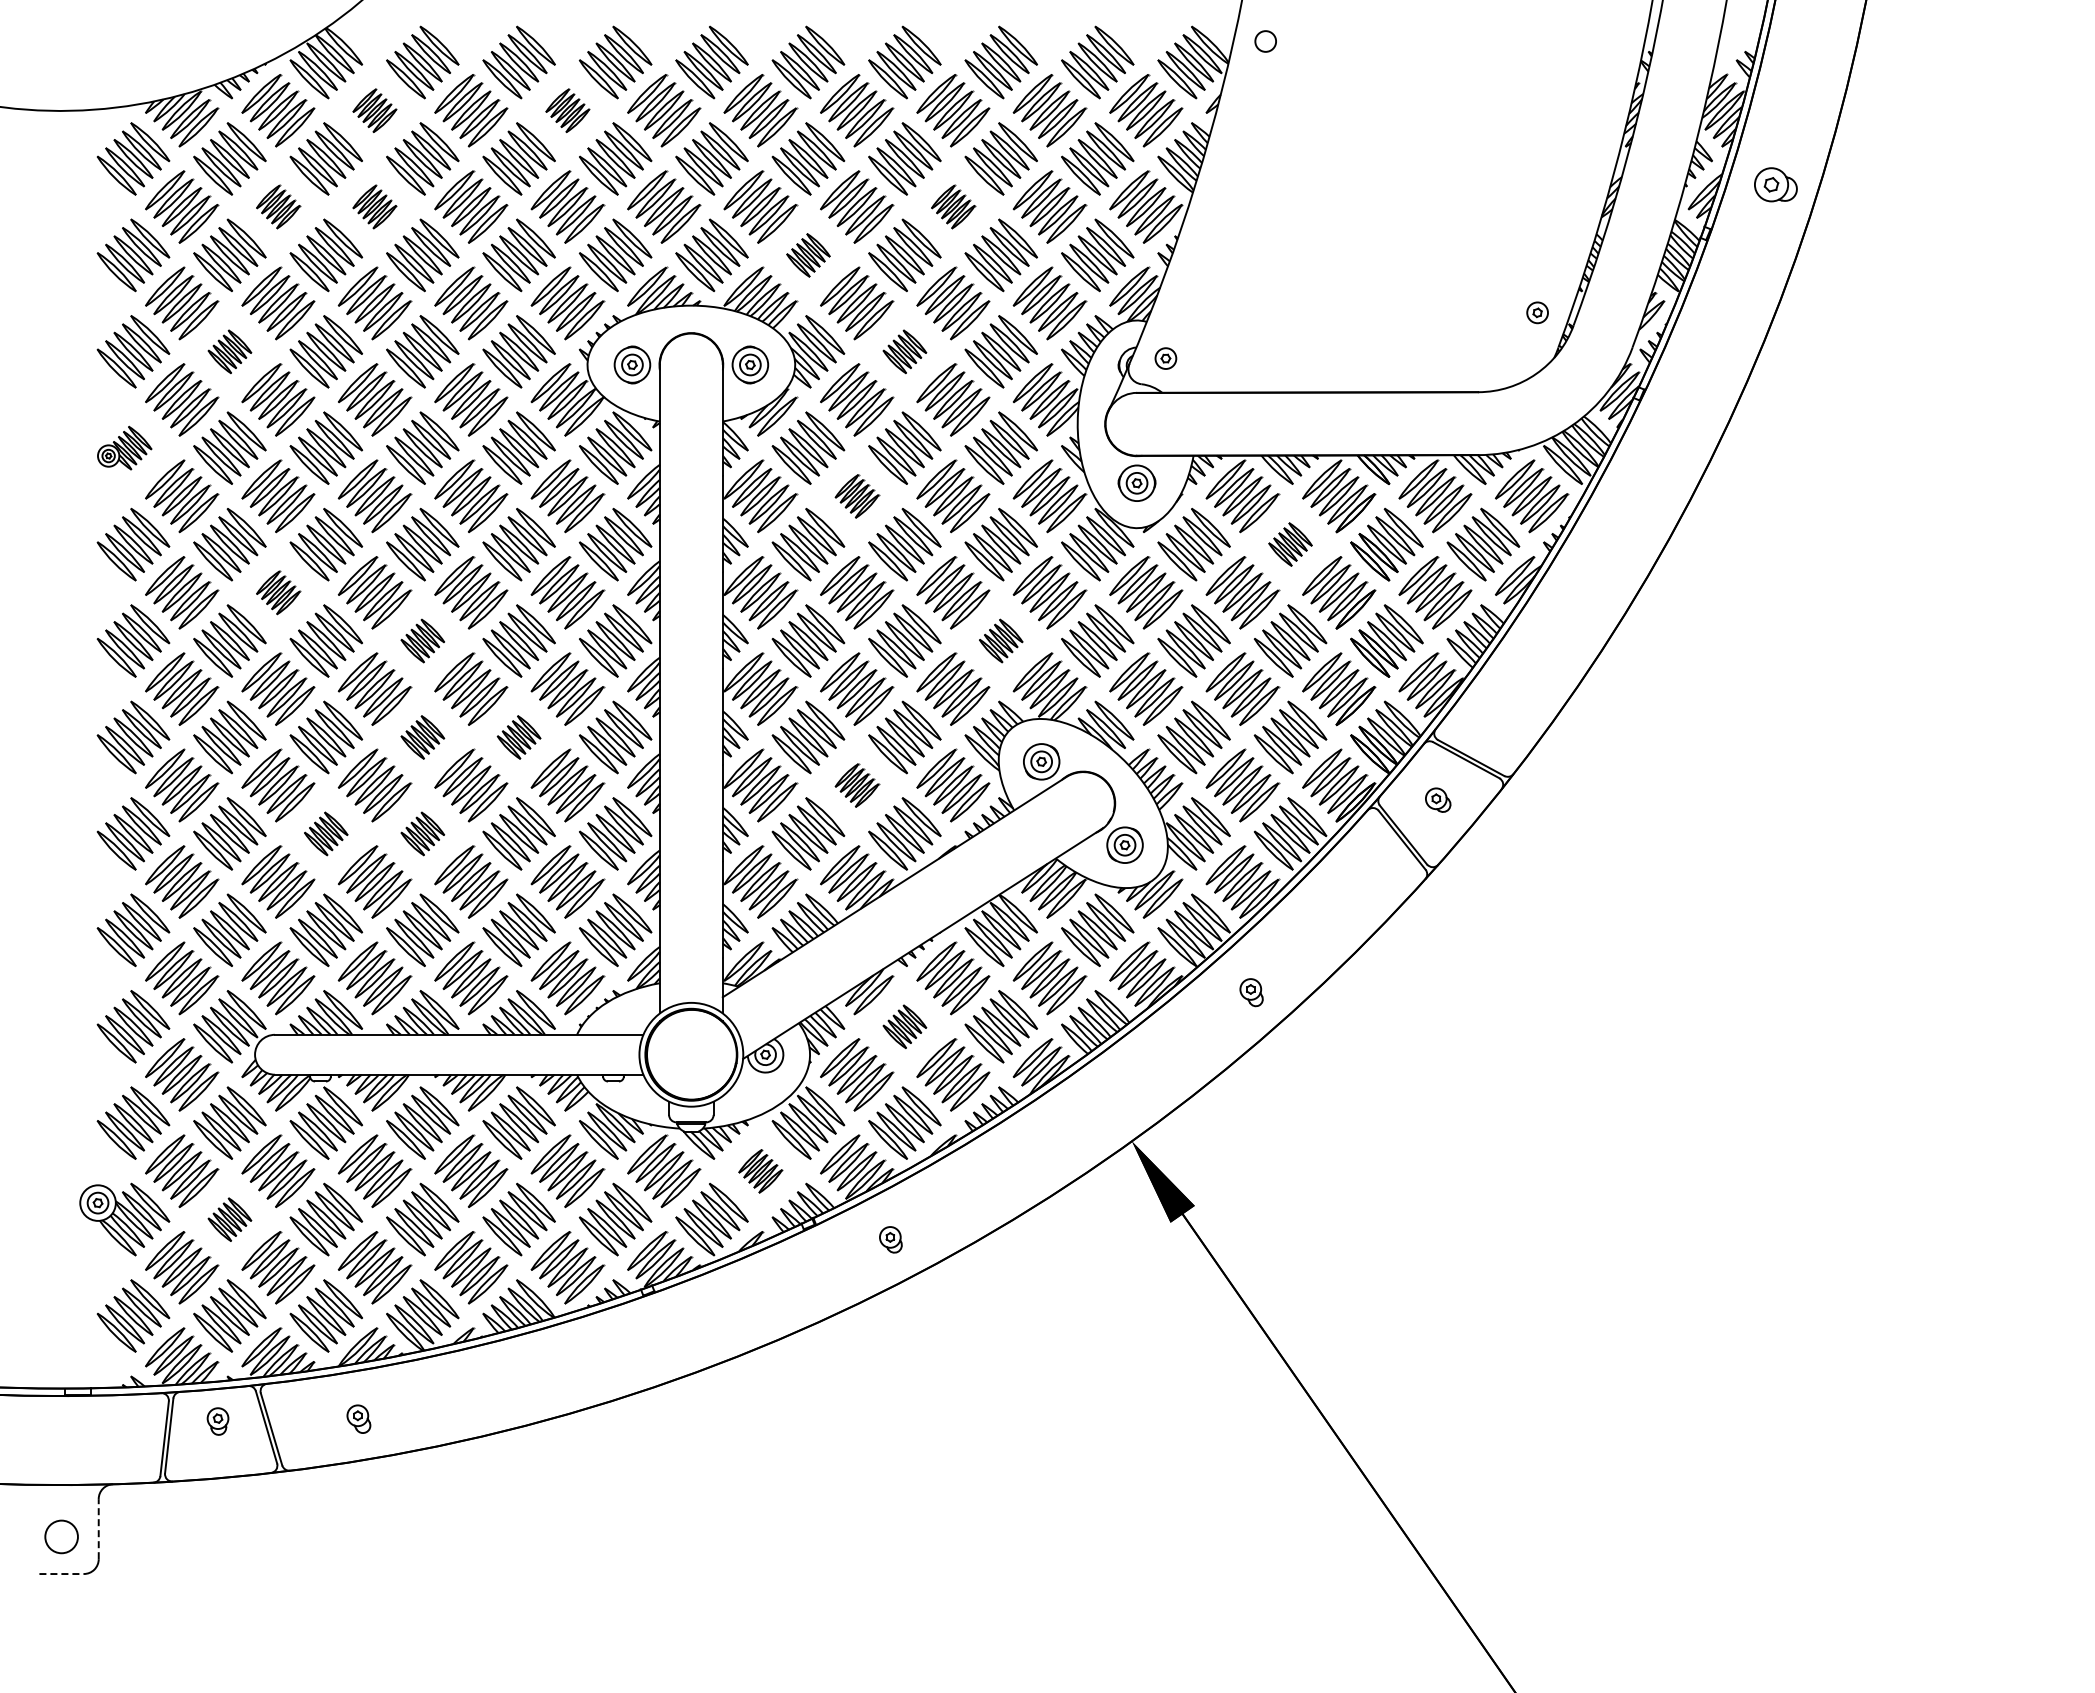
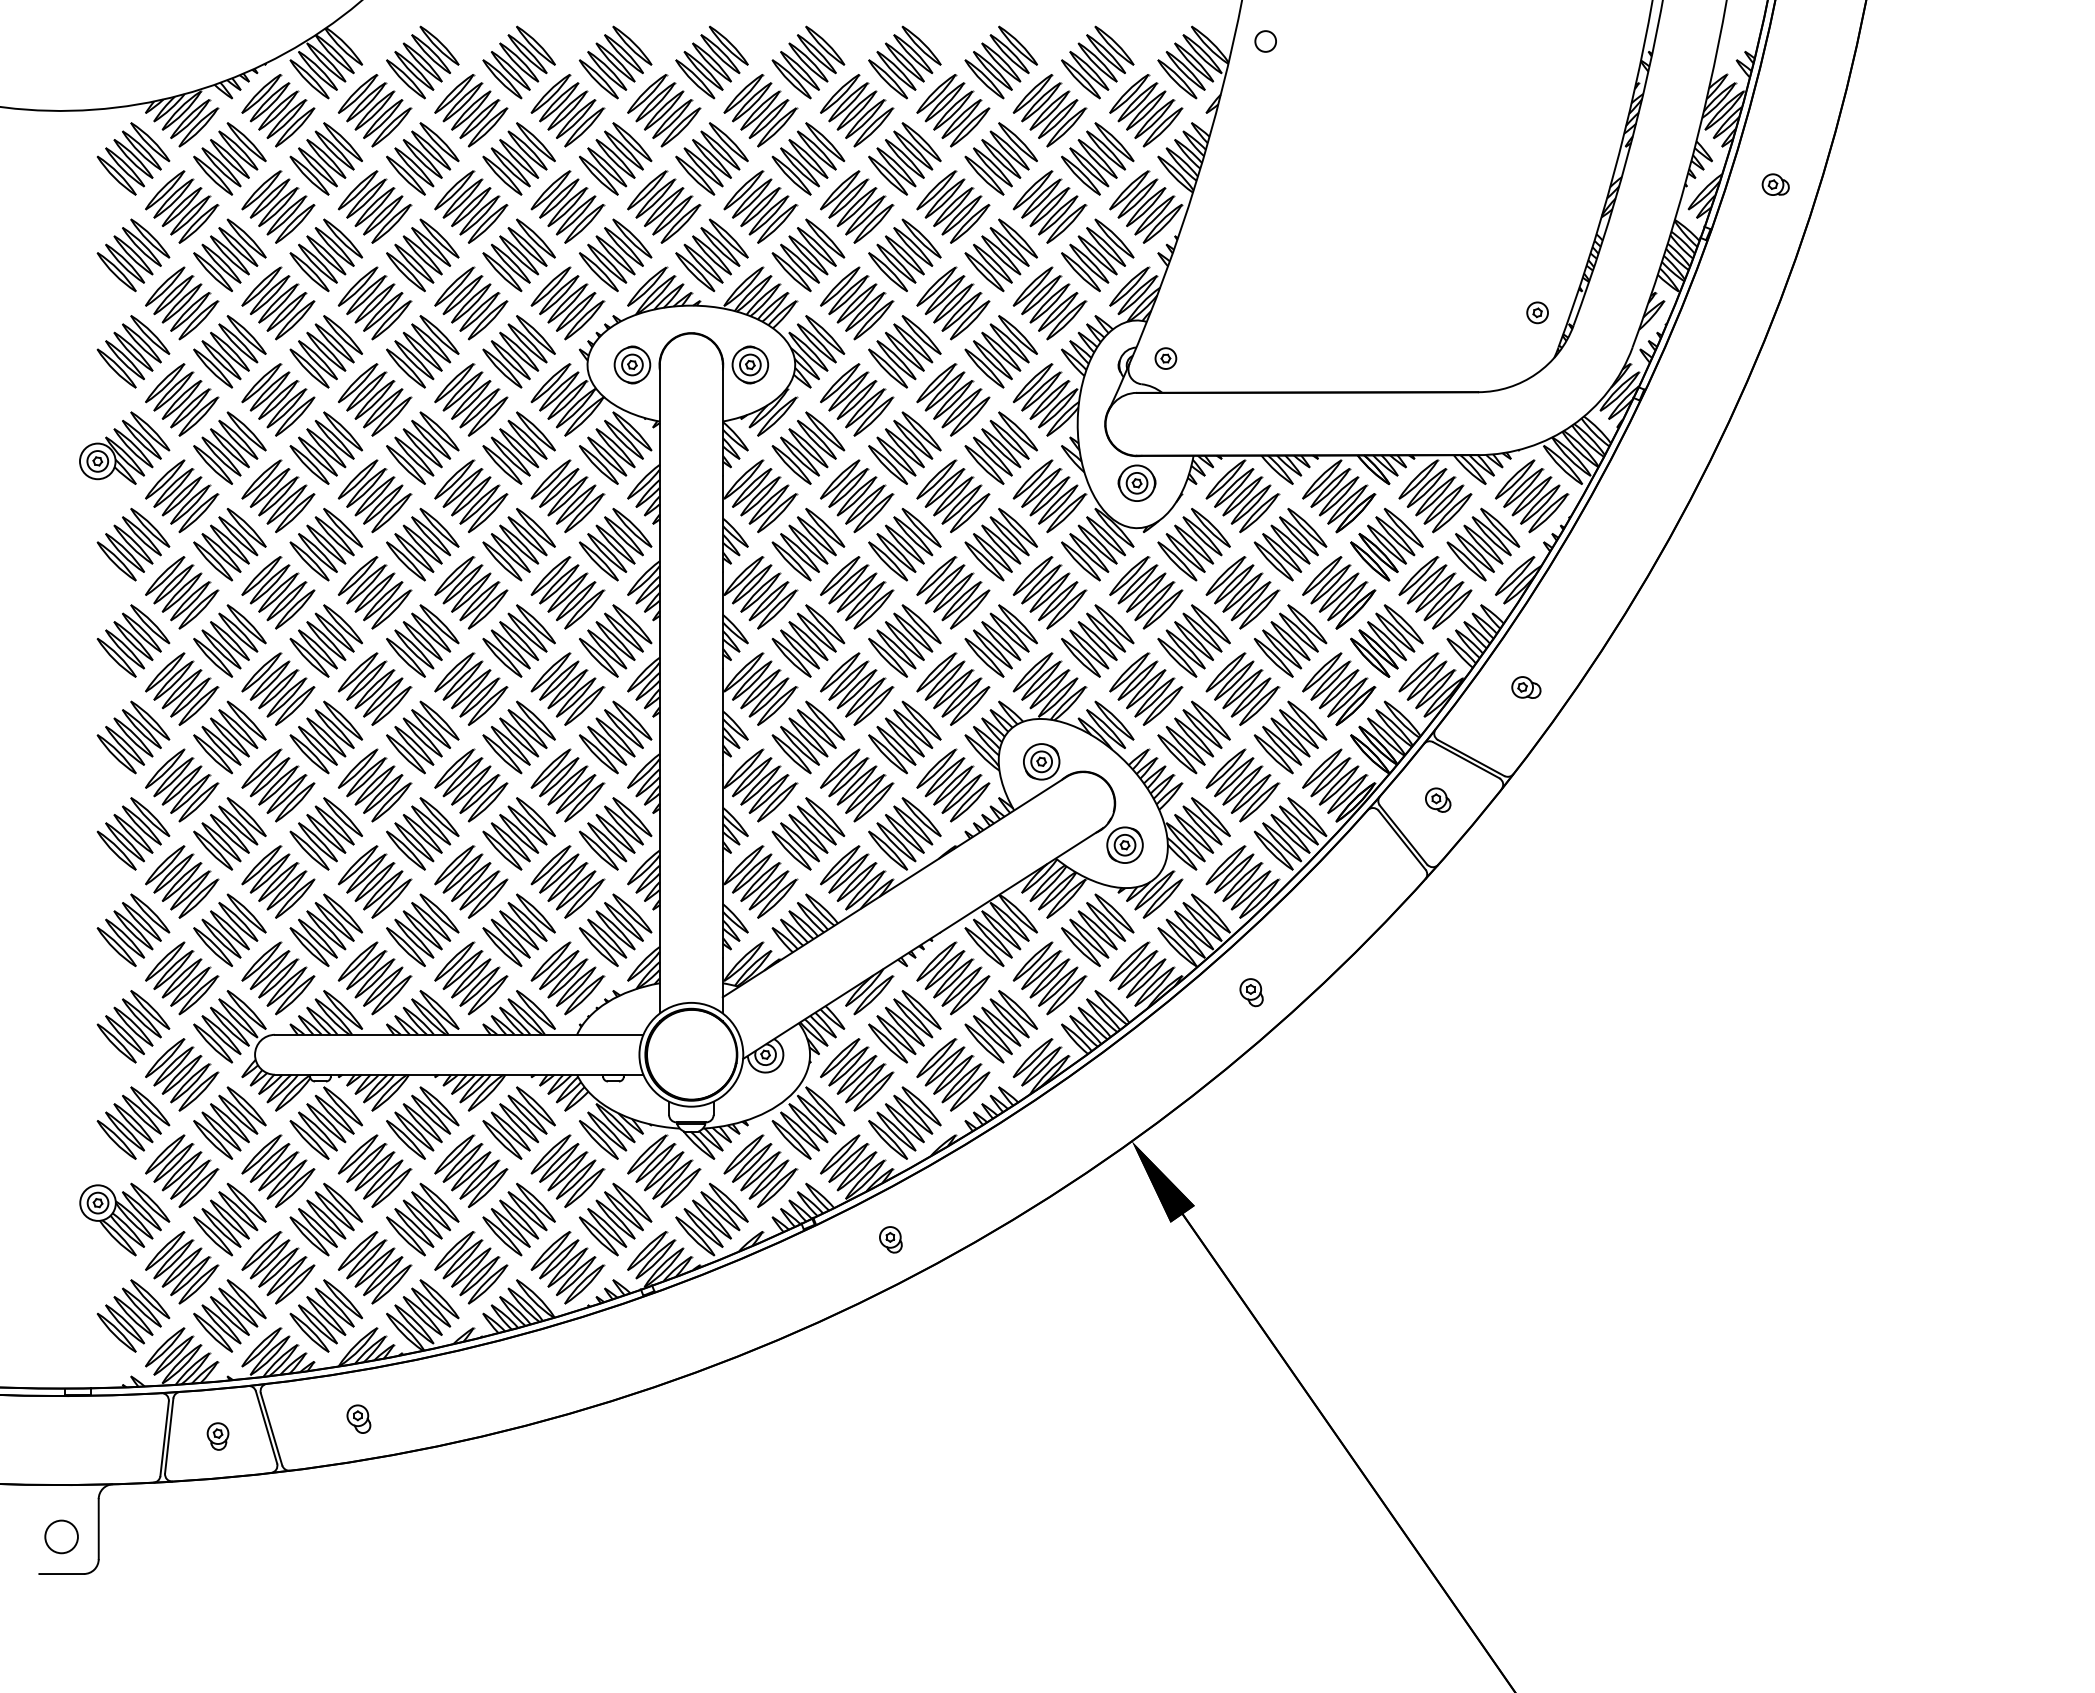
part at (374, 110) size: 46x45 px -> 76x74 px
part at (567, 110) size: 46x46 px -> 76x74 px
part at (1775, 184) size: 44x36 px -> 29x23 px
part at (278, 206) size: 46x46 px -> 75x74 px
part at (374, 206) size: 46x46 px -> 76x74 px
part at (953, 206) size: 46x46 px -> 75x74 px
part at (808, 255) size: 45x45 px -> 75x75 px
part at (229, 351) size: 46x46 px -> 74x74 px
part at (904, 351) size: 46x46 px -> 74x74 px
part at (124, 447) size: 56x46 px -> 92x74 px
part at (857, 496) size: 47x45 px -> 75x75 px
part at (1290, 544) size: 45x45 px -> 75x75 px
part at (278, 592) size: 46x46 px -> 75x74 px
part at (422, 640) size: 45x46 px -> 74x74 px
part at (1001, 640) size: 45x46 px -> 74x74 px
part at (1526, 687): none -> present
part at (422, 737) size: 46x45 px -> 74x75 px
part at (518, 737) size: 46x45 px -> 74x75 px
part at (857, 785) size: 47x45 px -> 75x75 px
part at (326, 833) size: 45x46 px -> 74x74 px
part at (422, 833) size: 46x46 px -> 74x74 px
part at (904, 1026) size: 46x45 px -> 74x74 px
part at (760, 1171) size: 46x45 px -> 76x75 px
part at (229, 1219) size: 46x45 px -> 74x74 px
part at (217, 1421) position: (217, 1421) -> (217, 1436)
line at (98, 1528): dashed -> solid
line at (62, 1574): dashed -> solid
